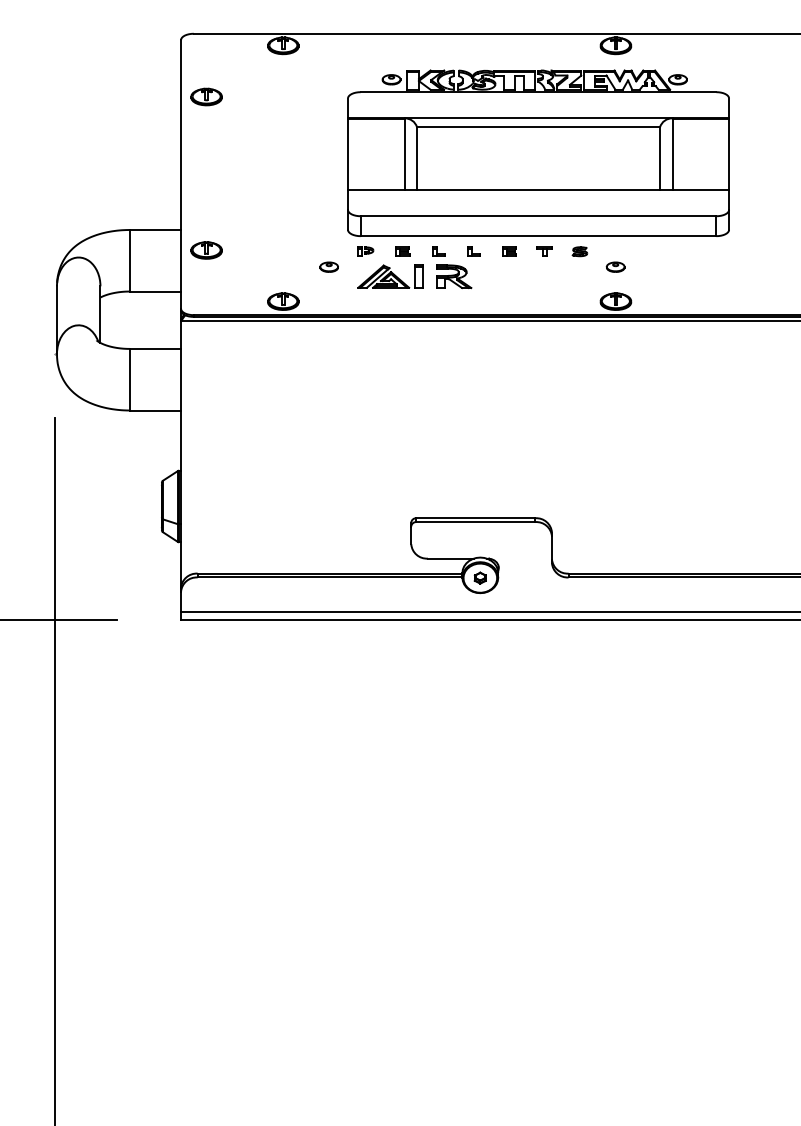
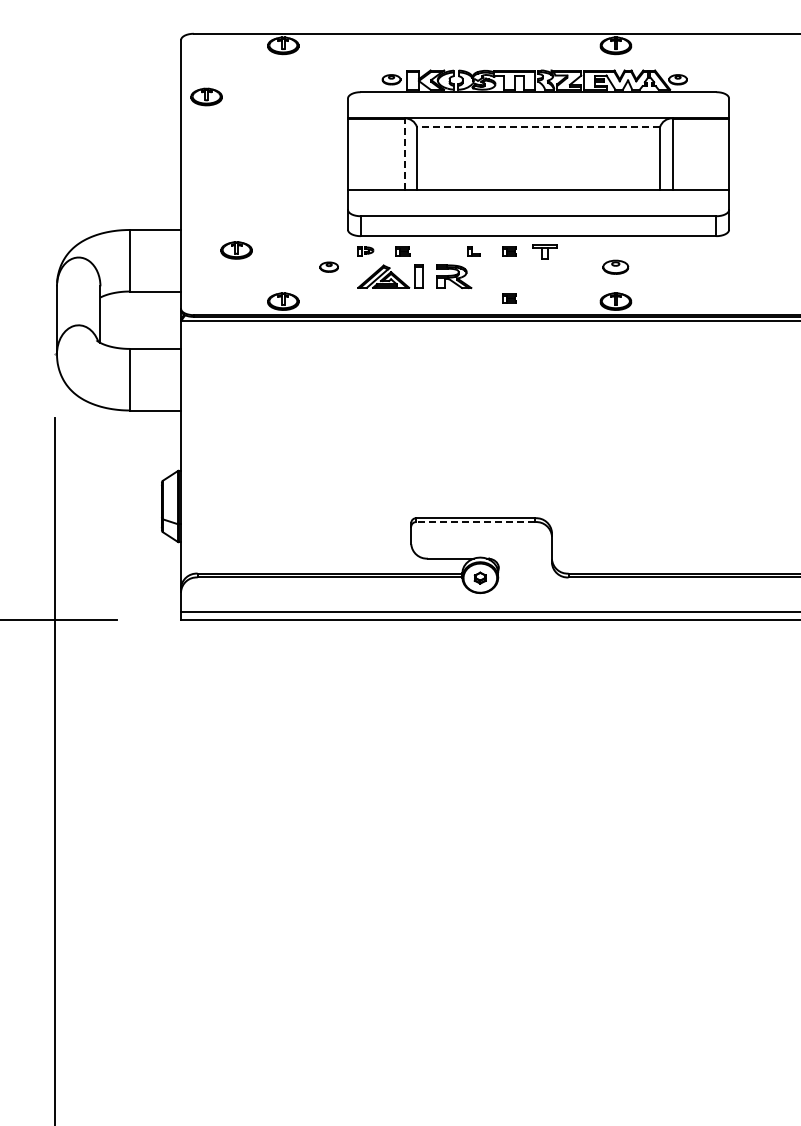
line at (538, 127): solid -> dashed
line at (404, 154): solid -> dashed
part at (206, 250) position: (206, 250) -> (236, 250)
part at (438, 251): present -> none
part at (544, 251) size: 17x11 px -> 26x16 px
part at (579, 251): present -> none
part at (615, 266) size: 21x12 px -> 28x16 px
part at (509, 298): none -> present
line at (475, 522): solid -> dashed
